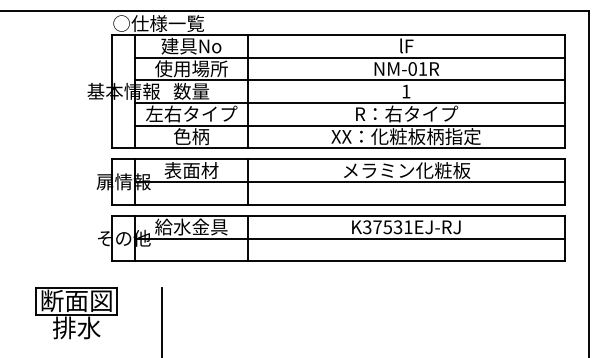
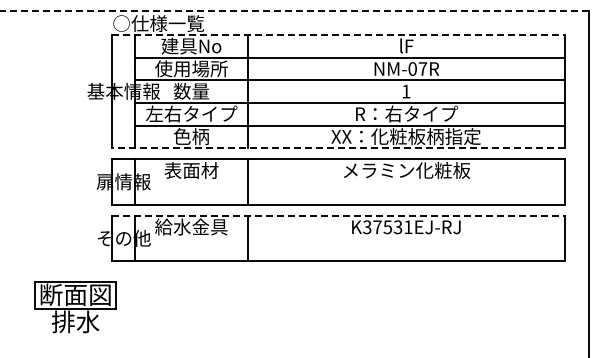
line at (294, 10): solid -> dashed
line at (339, 35): solid -> dashed
text at (422, 68): NM-01R -> NM-07R
line at (338, 148): solid -> dashed
line at (349, 182): present -> none
line at (339, 215): solid -> dashed
line at (349, 238): present -> none
part at (76, 313) position: (76, 313) -> (75, 307)
line at (161, 320): present -> none
